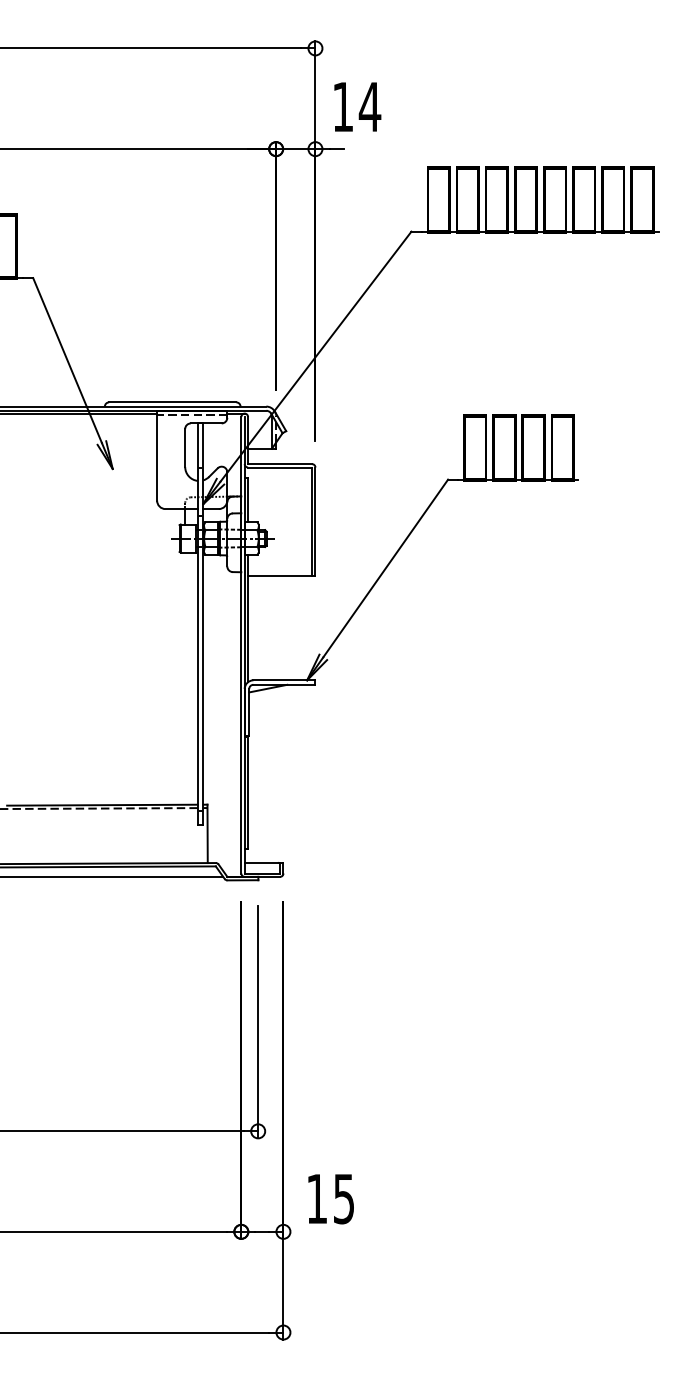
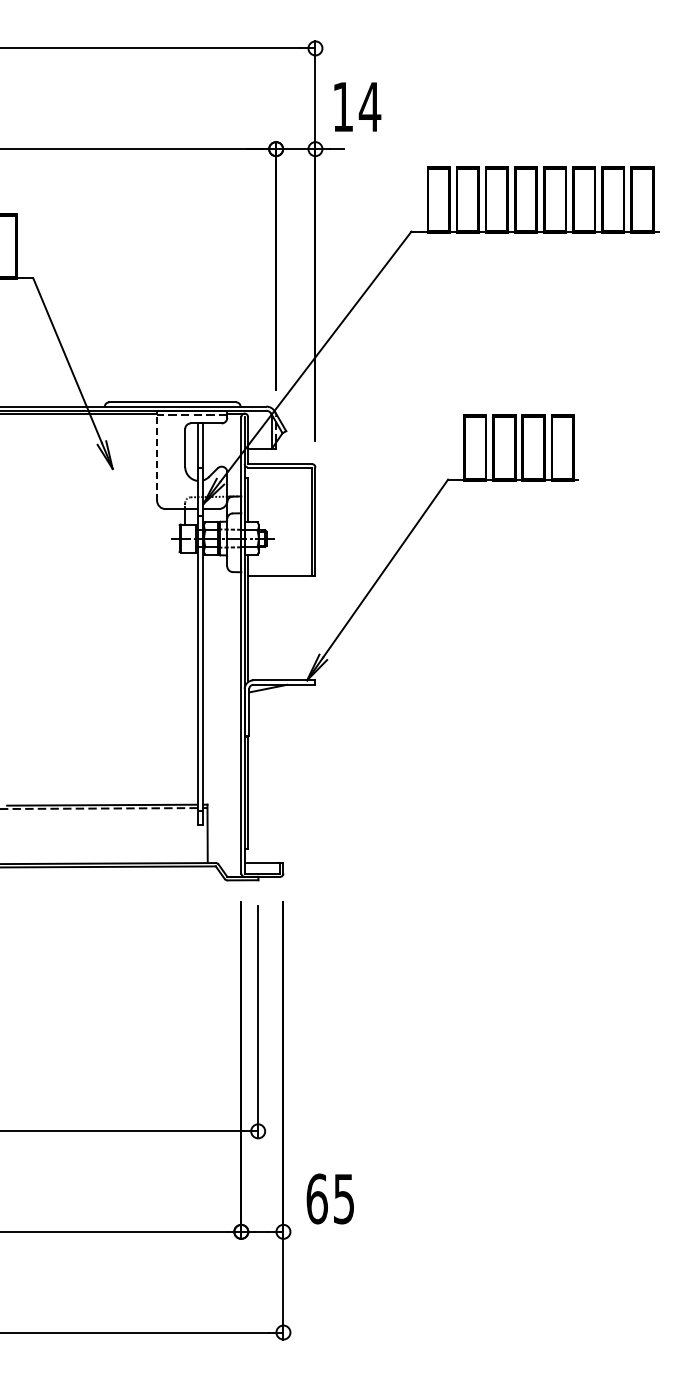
line at (157, 455): solid -> dashed
line at (112, 876): present -> none
text at (316, 1198): 15 -> 65
